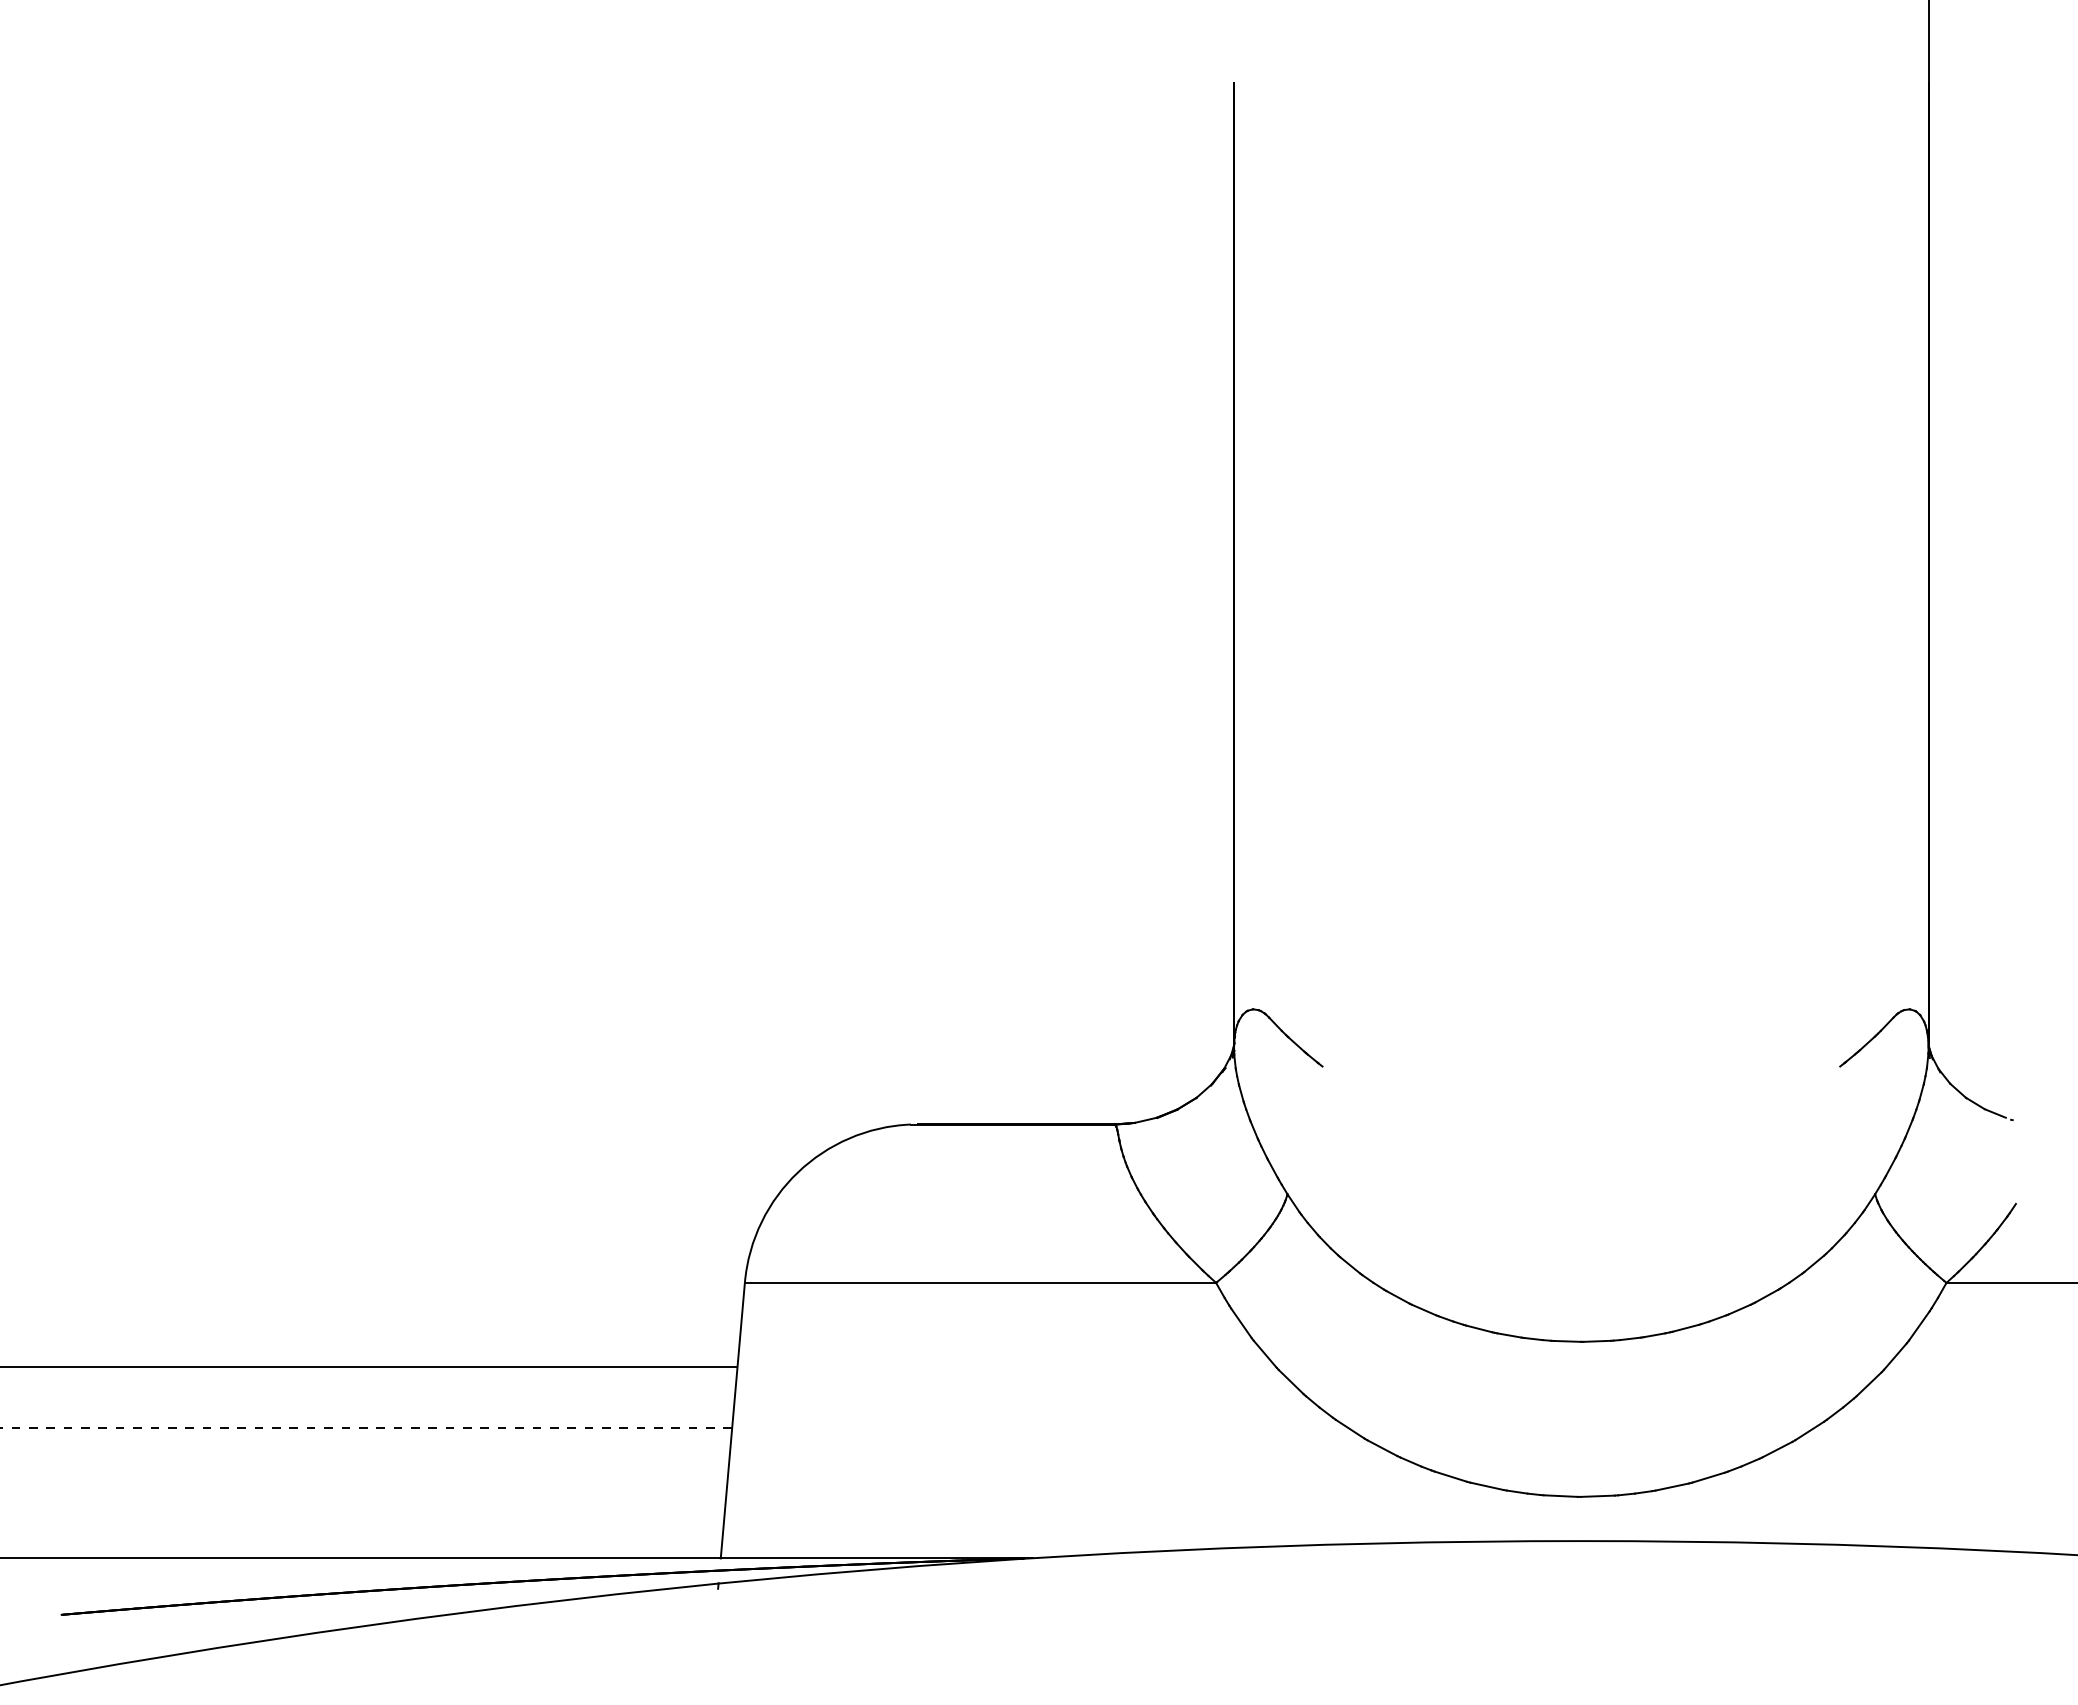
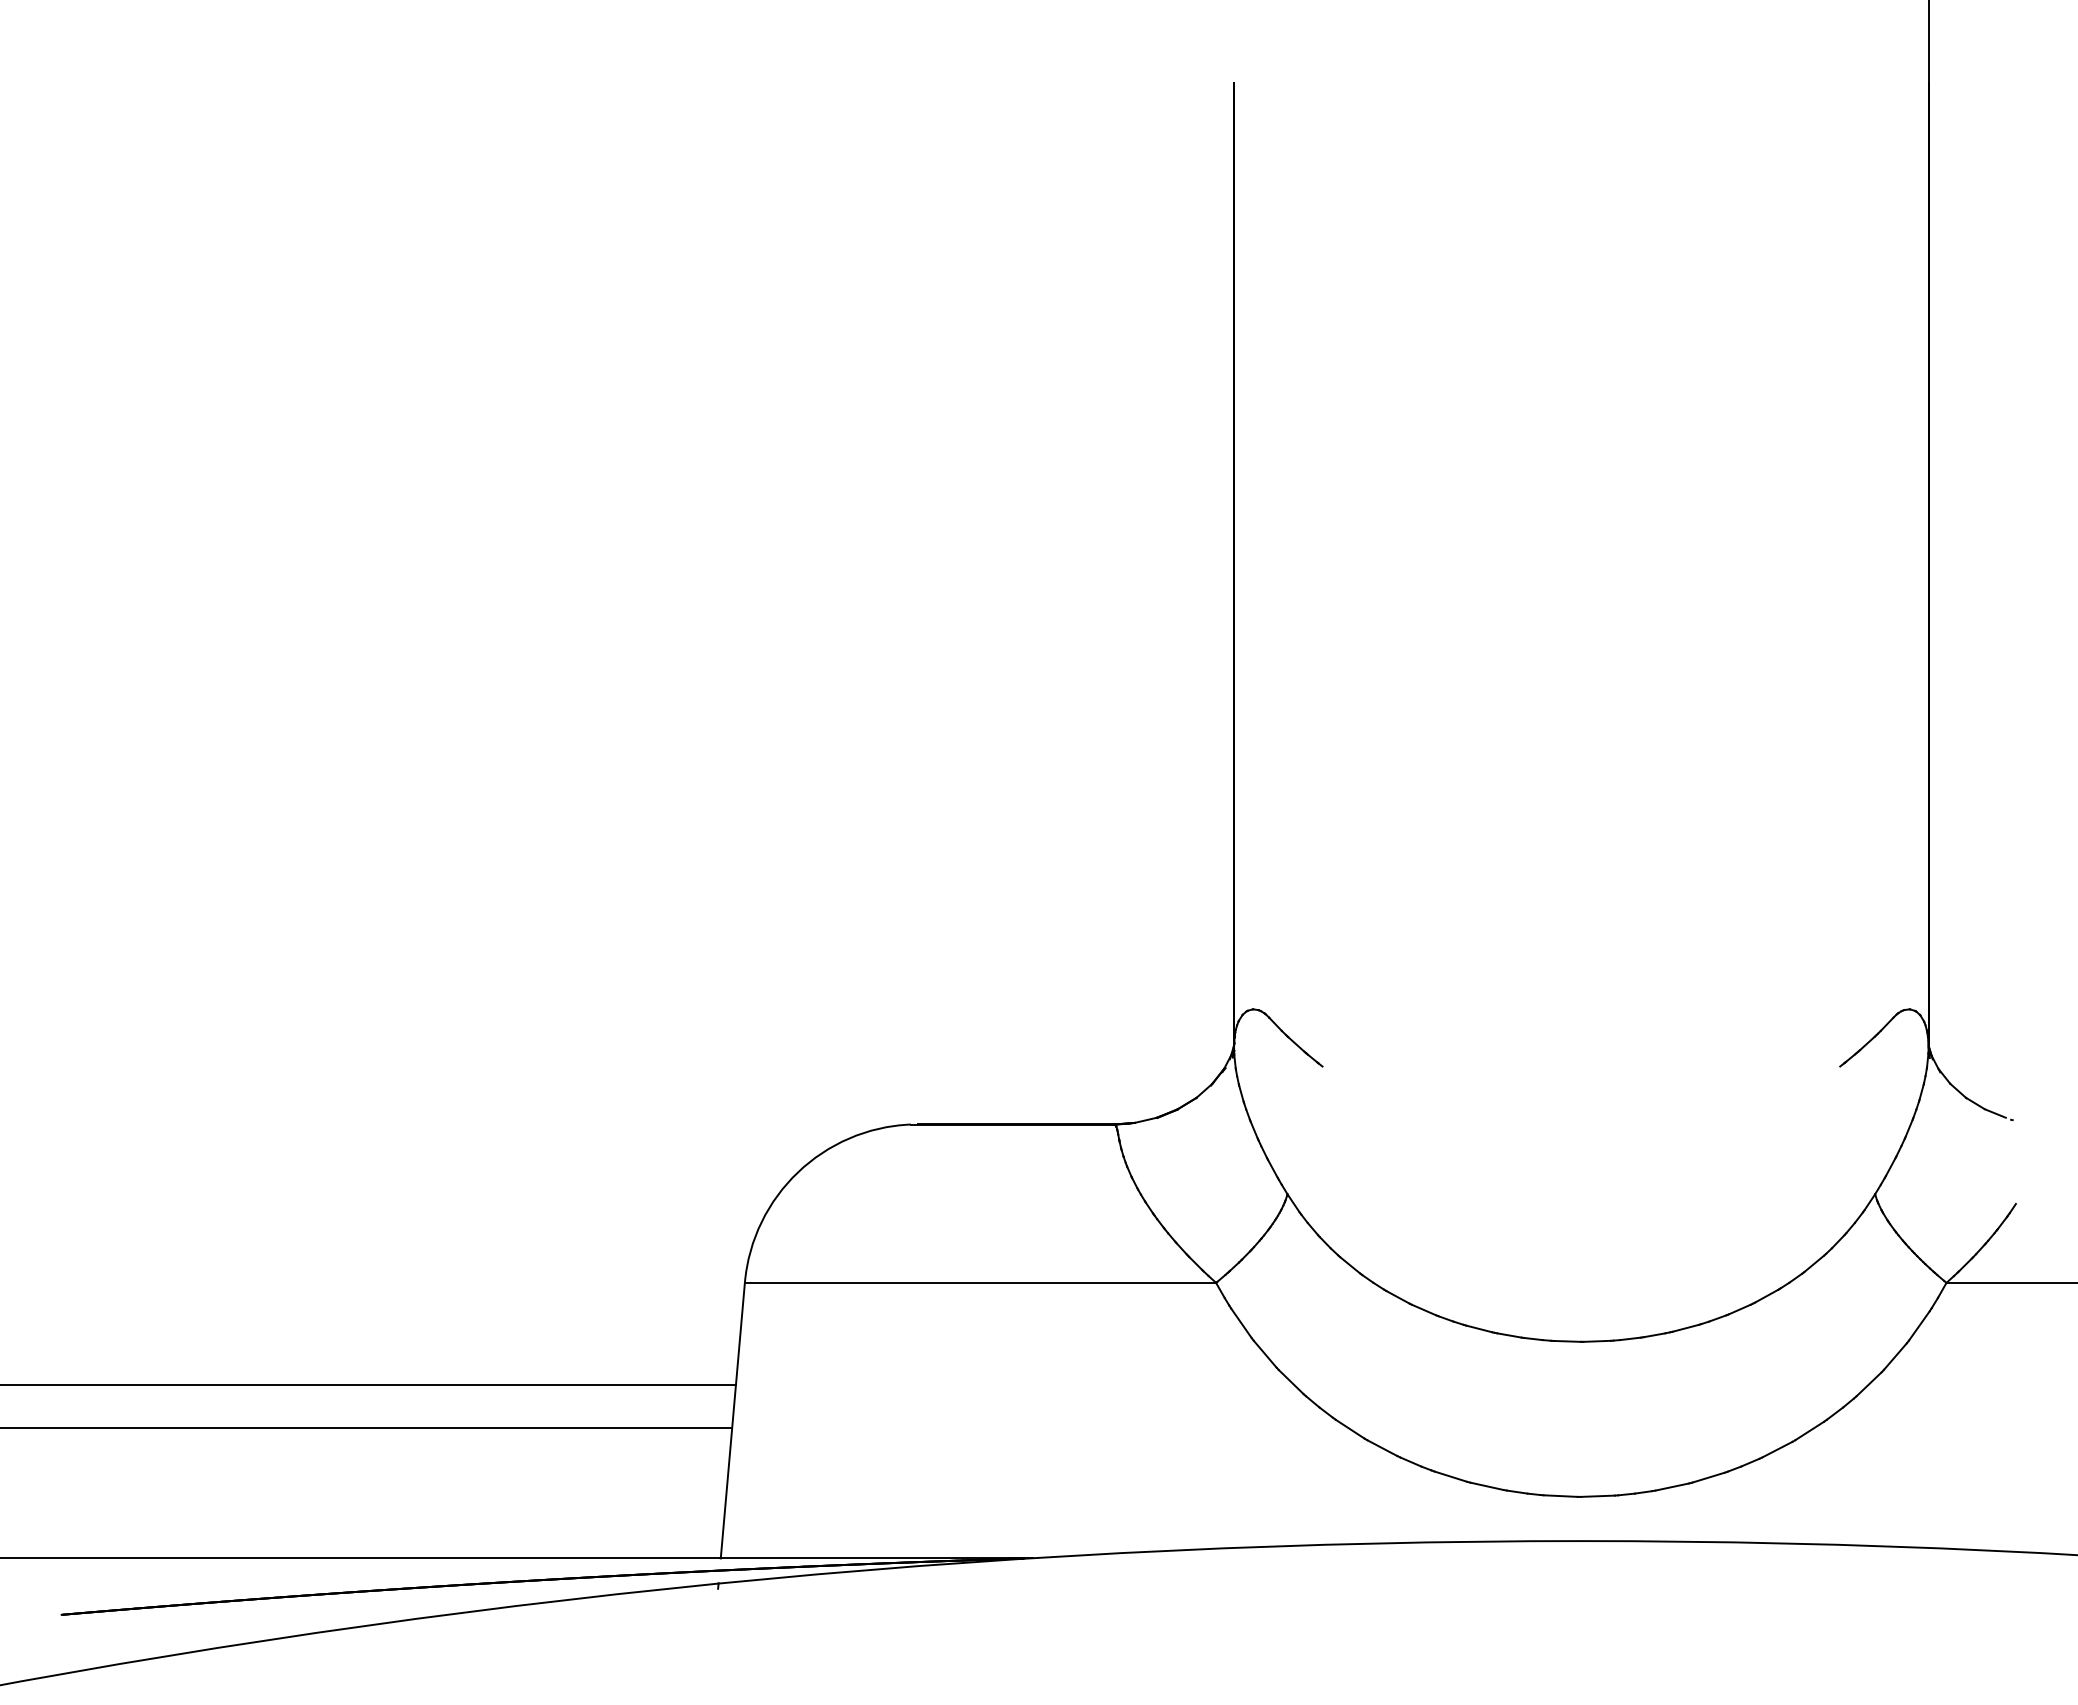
line at (368, 1366) position: (368, 1366) -> (368, 1384)
line at (365, 1428): dashed -> solid
